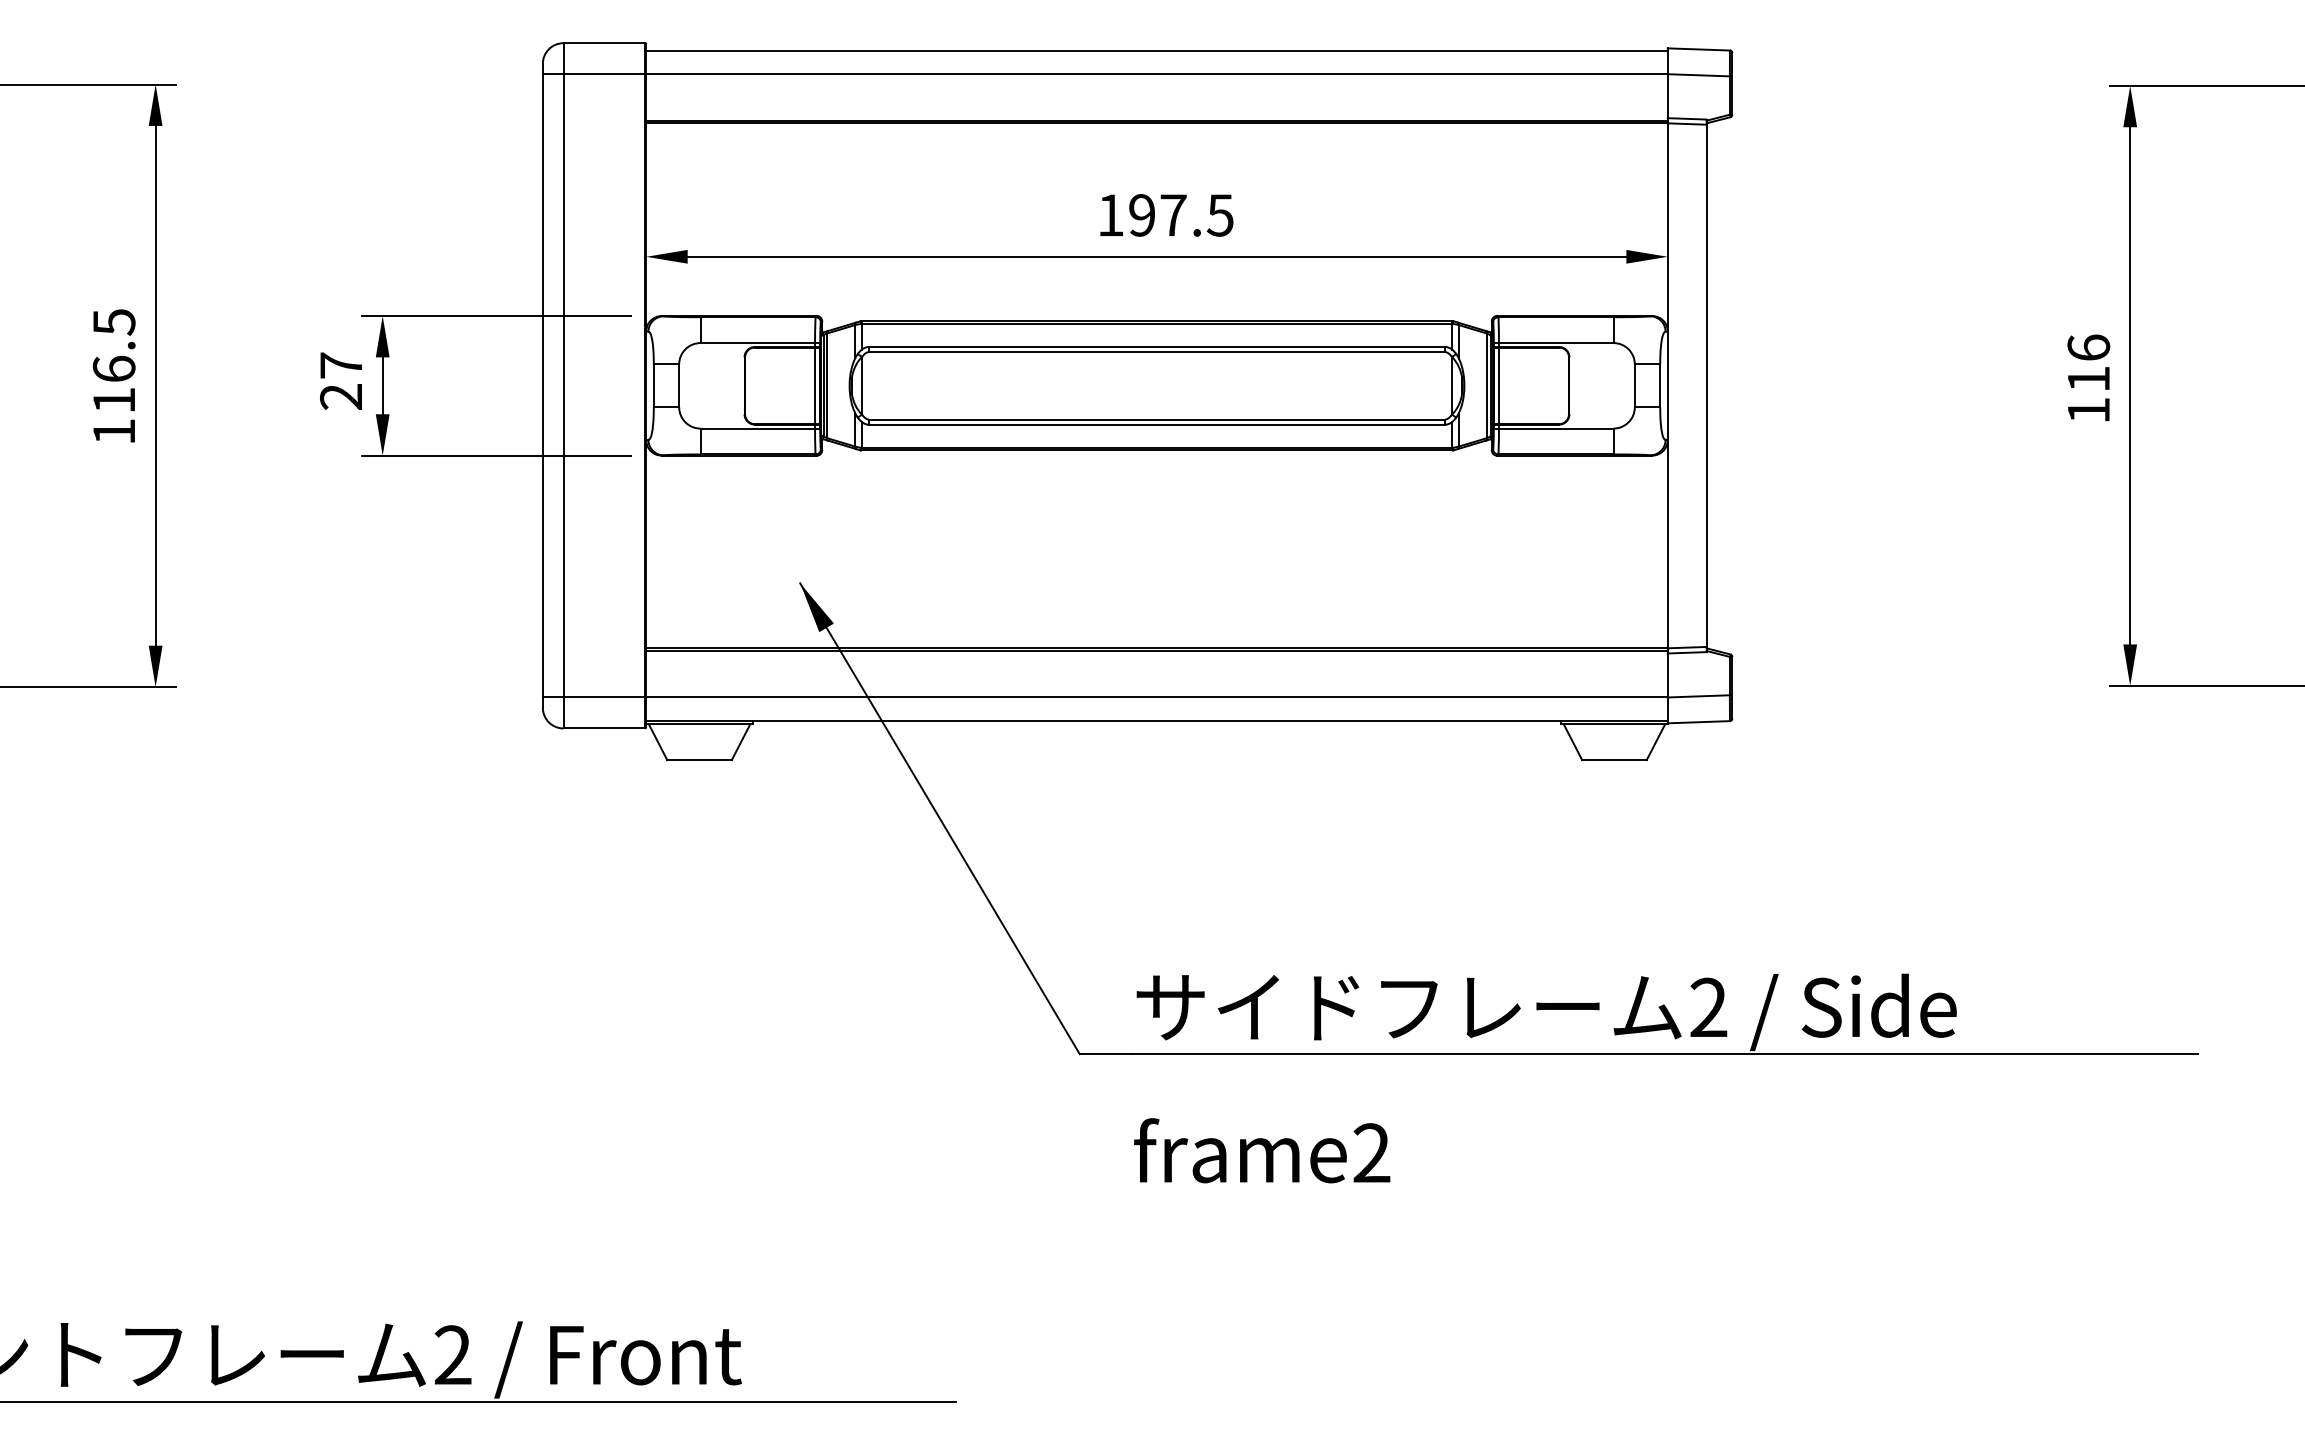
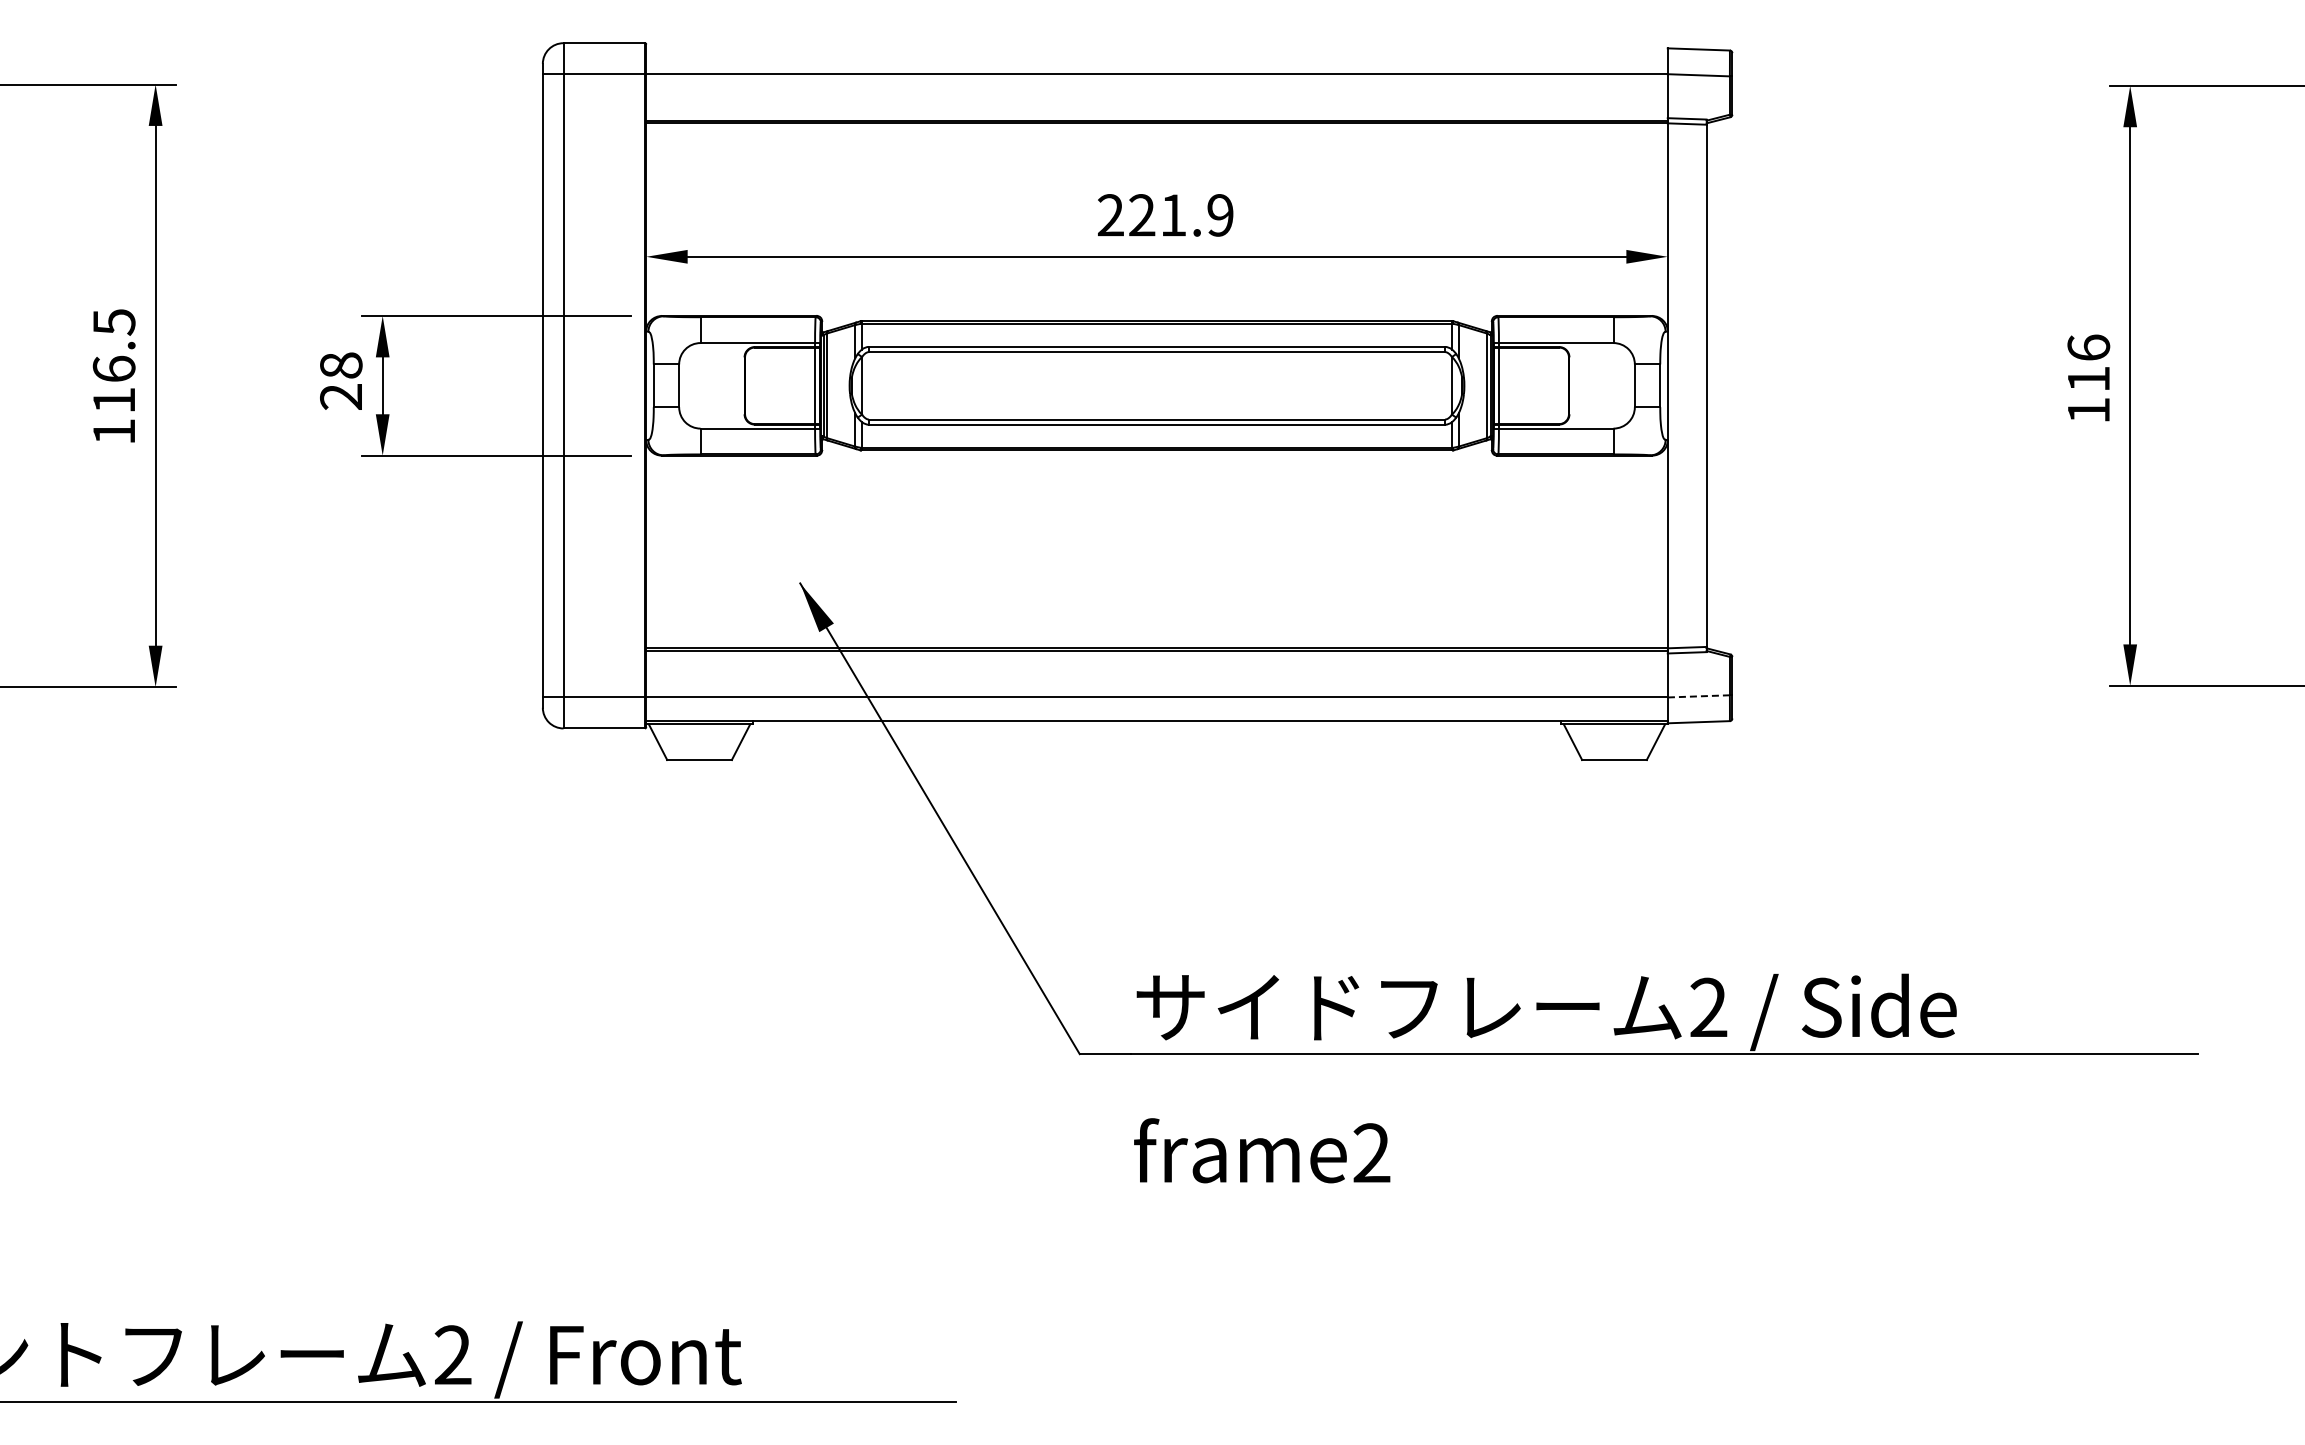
line at (1156, 50): present -> none
text at (1165, 215): 197.5 -> 221.9
text at (341, 365): 27 -> 28
line at (1698, 696): solid -> dashed
